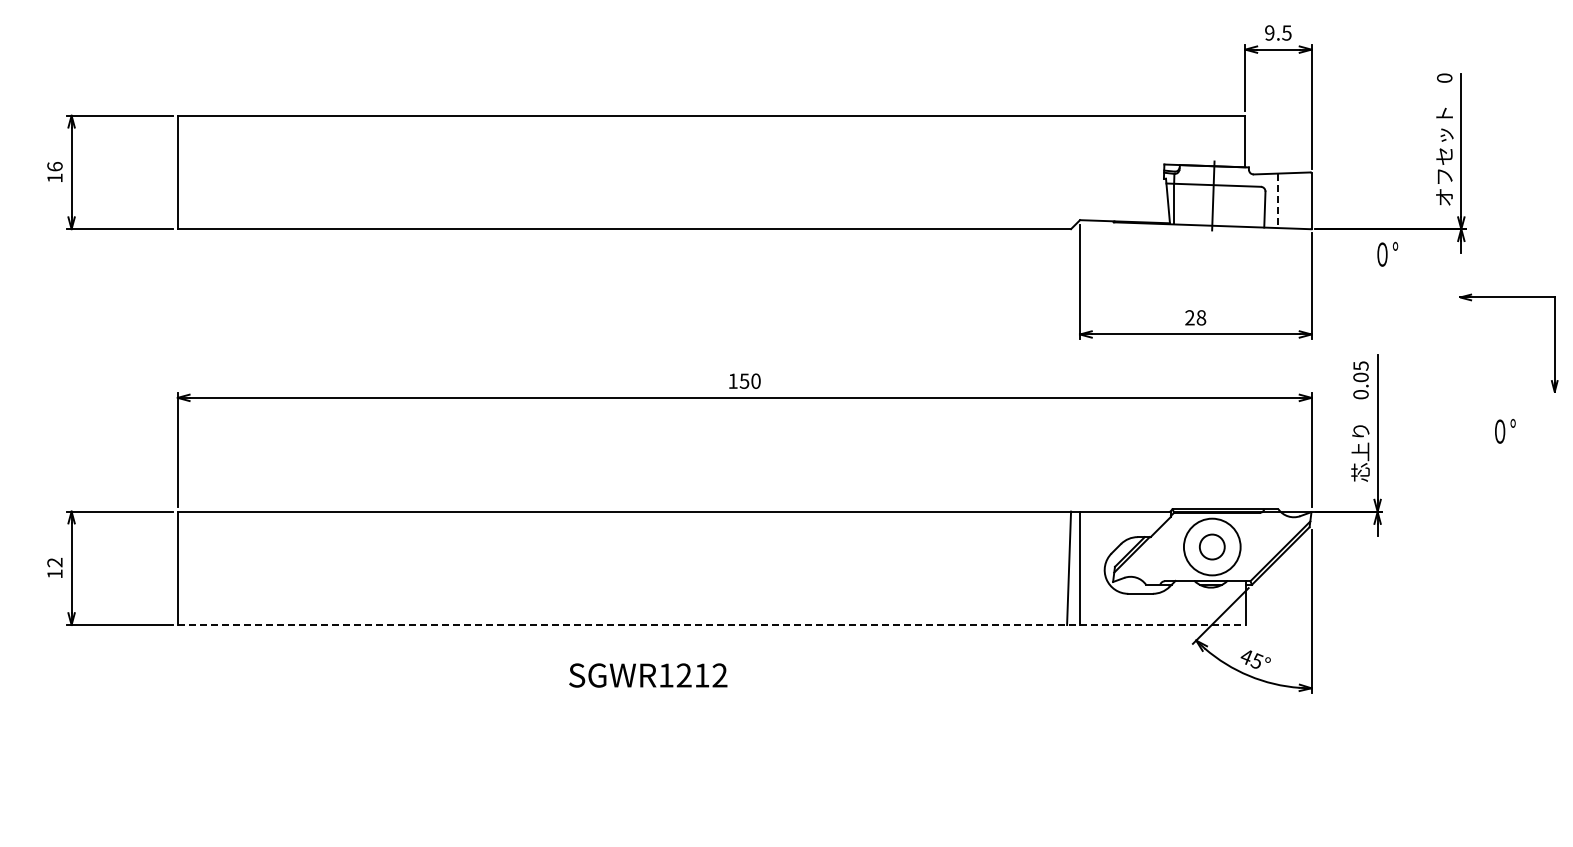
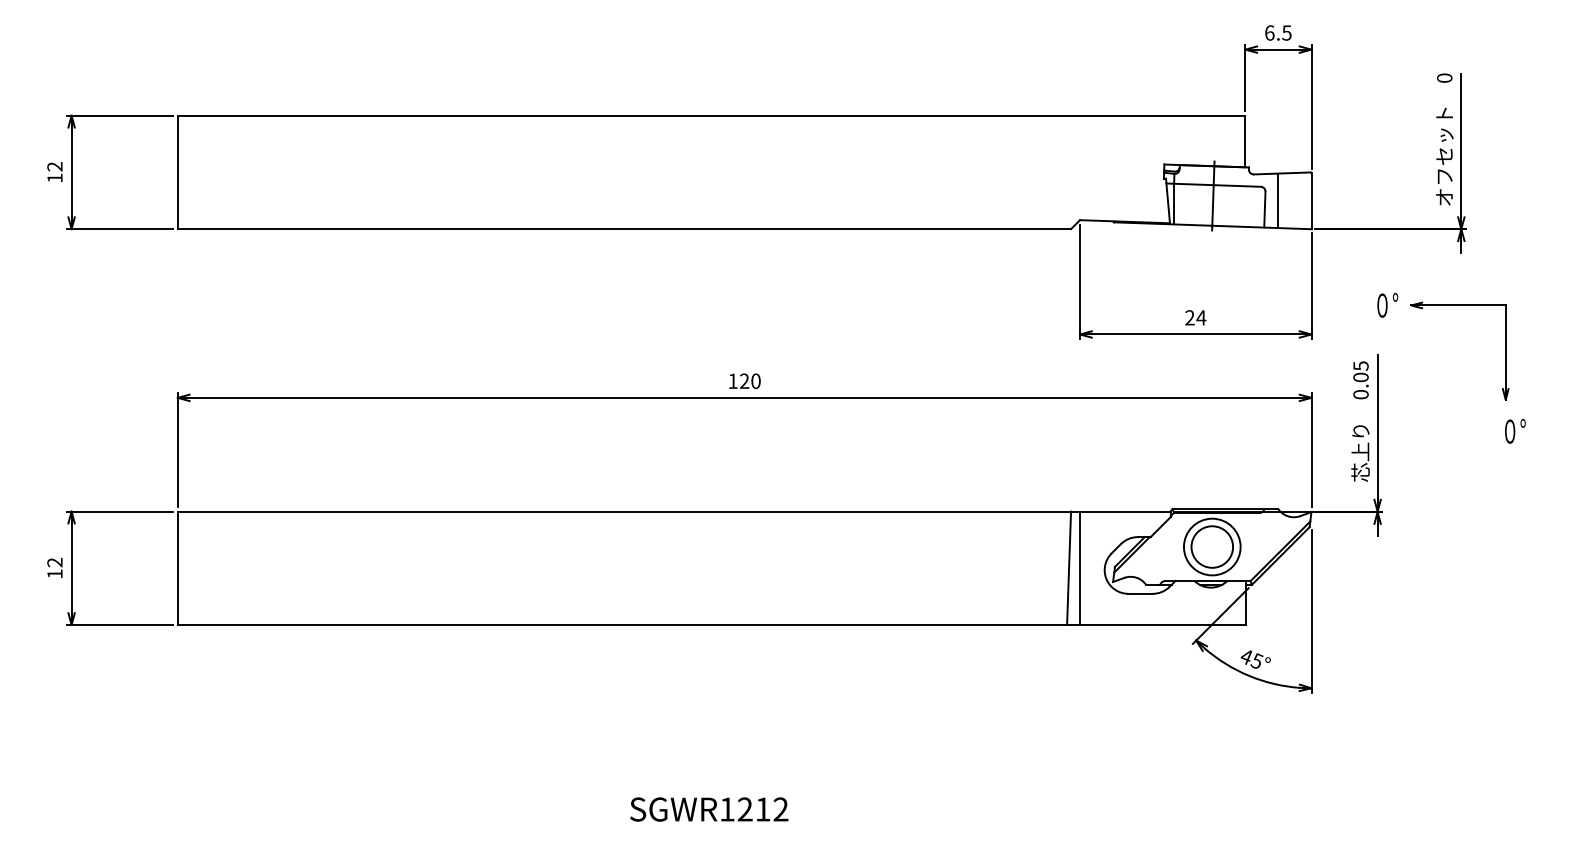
text at (1269, 32): 9.5 -> 6.5
text at (54, 166): 16 -> 12
line at (1278, 201): dashed -> solid
text at (1387, 253) position: (1387, 253) -> (1387, 304)
part at (1508, 297) position: (1508, 297) -> (1459, 305)
text at (1201, 317): 28 -> 24
text at (744, 380): 150 -> 120
text at (1505, 431) position: (1505, 431) -> (1515, 431)
circle at (1211, 546) diameter: 25 px -> 42 px
line at (712, 624): dashed -> solid
text at (648, 675) position: (648, 675) -> (709, 809)
